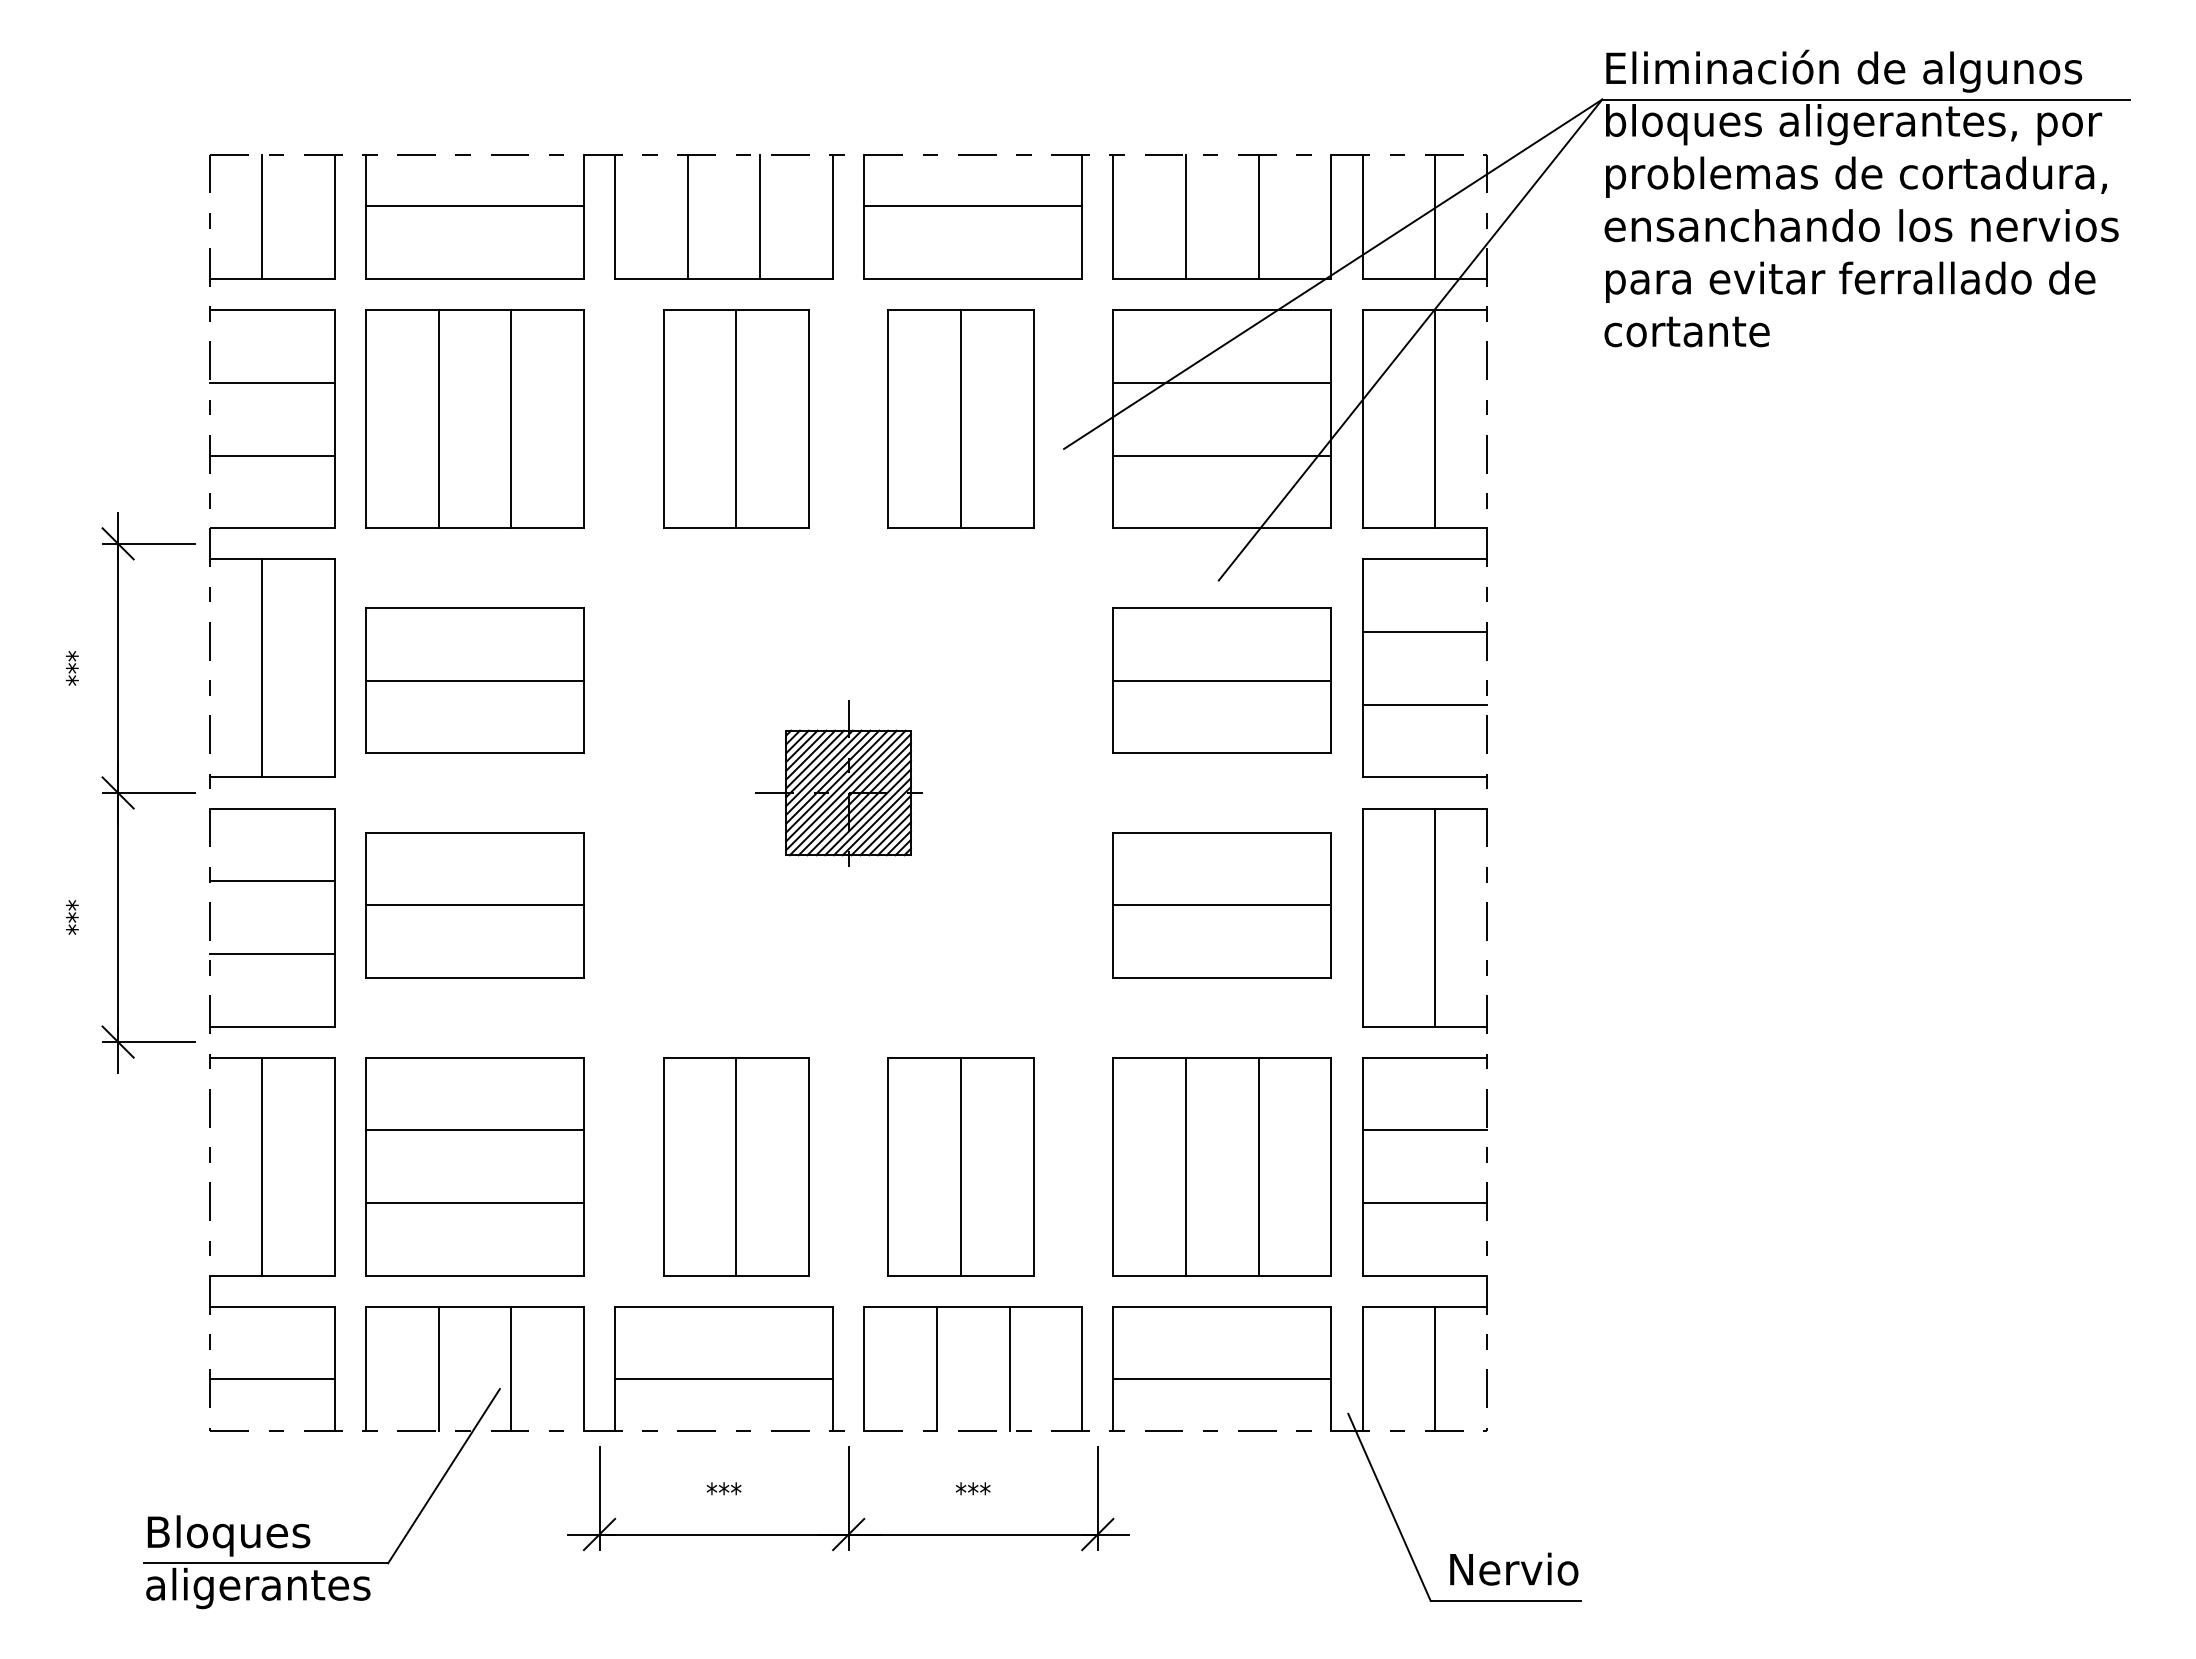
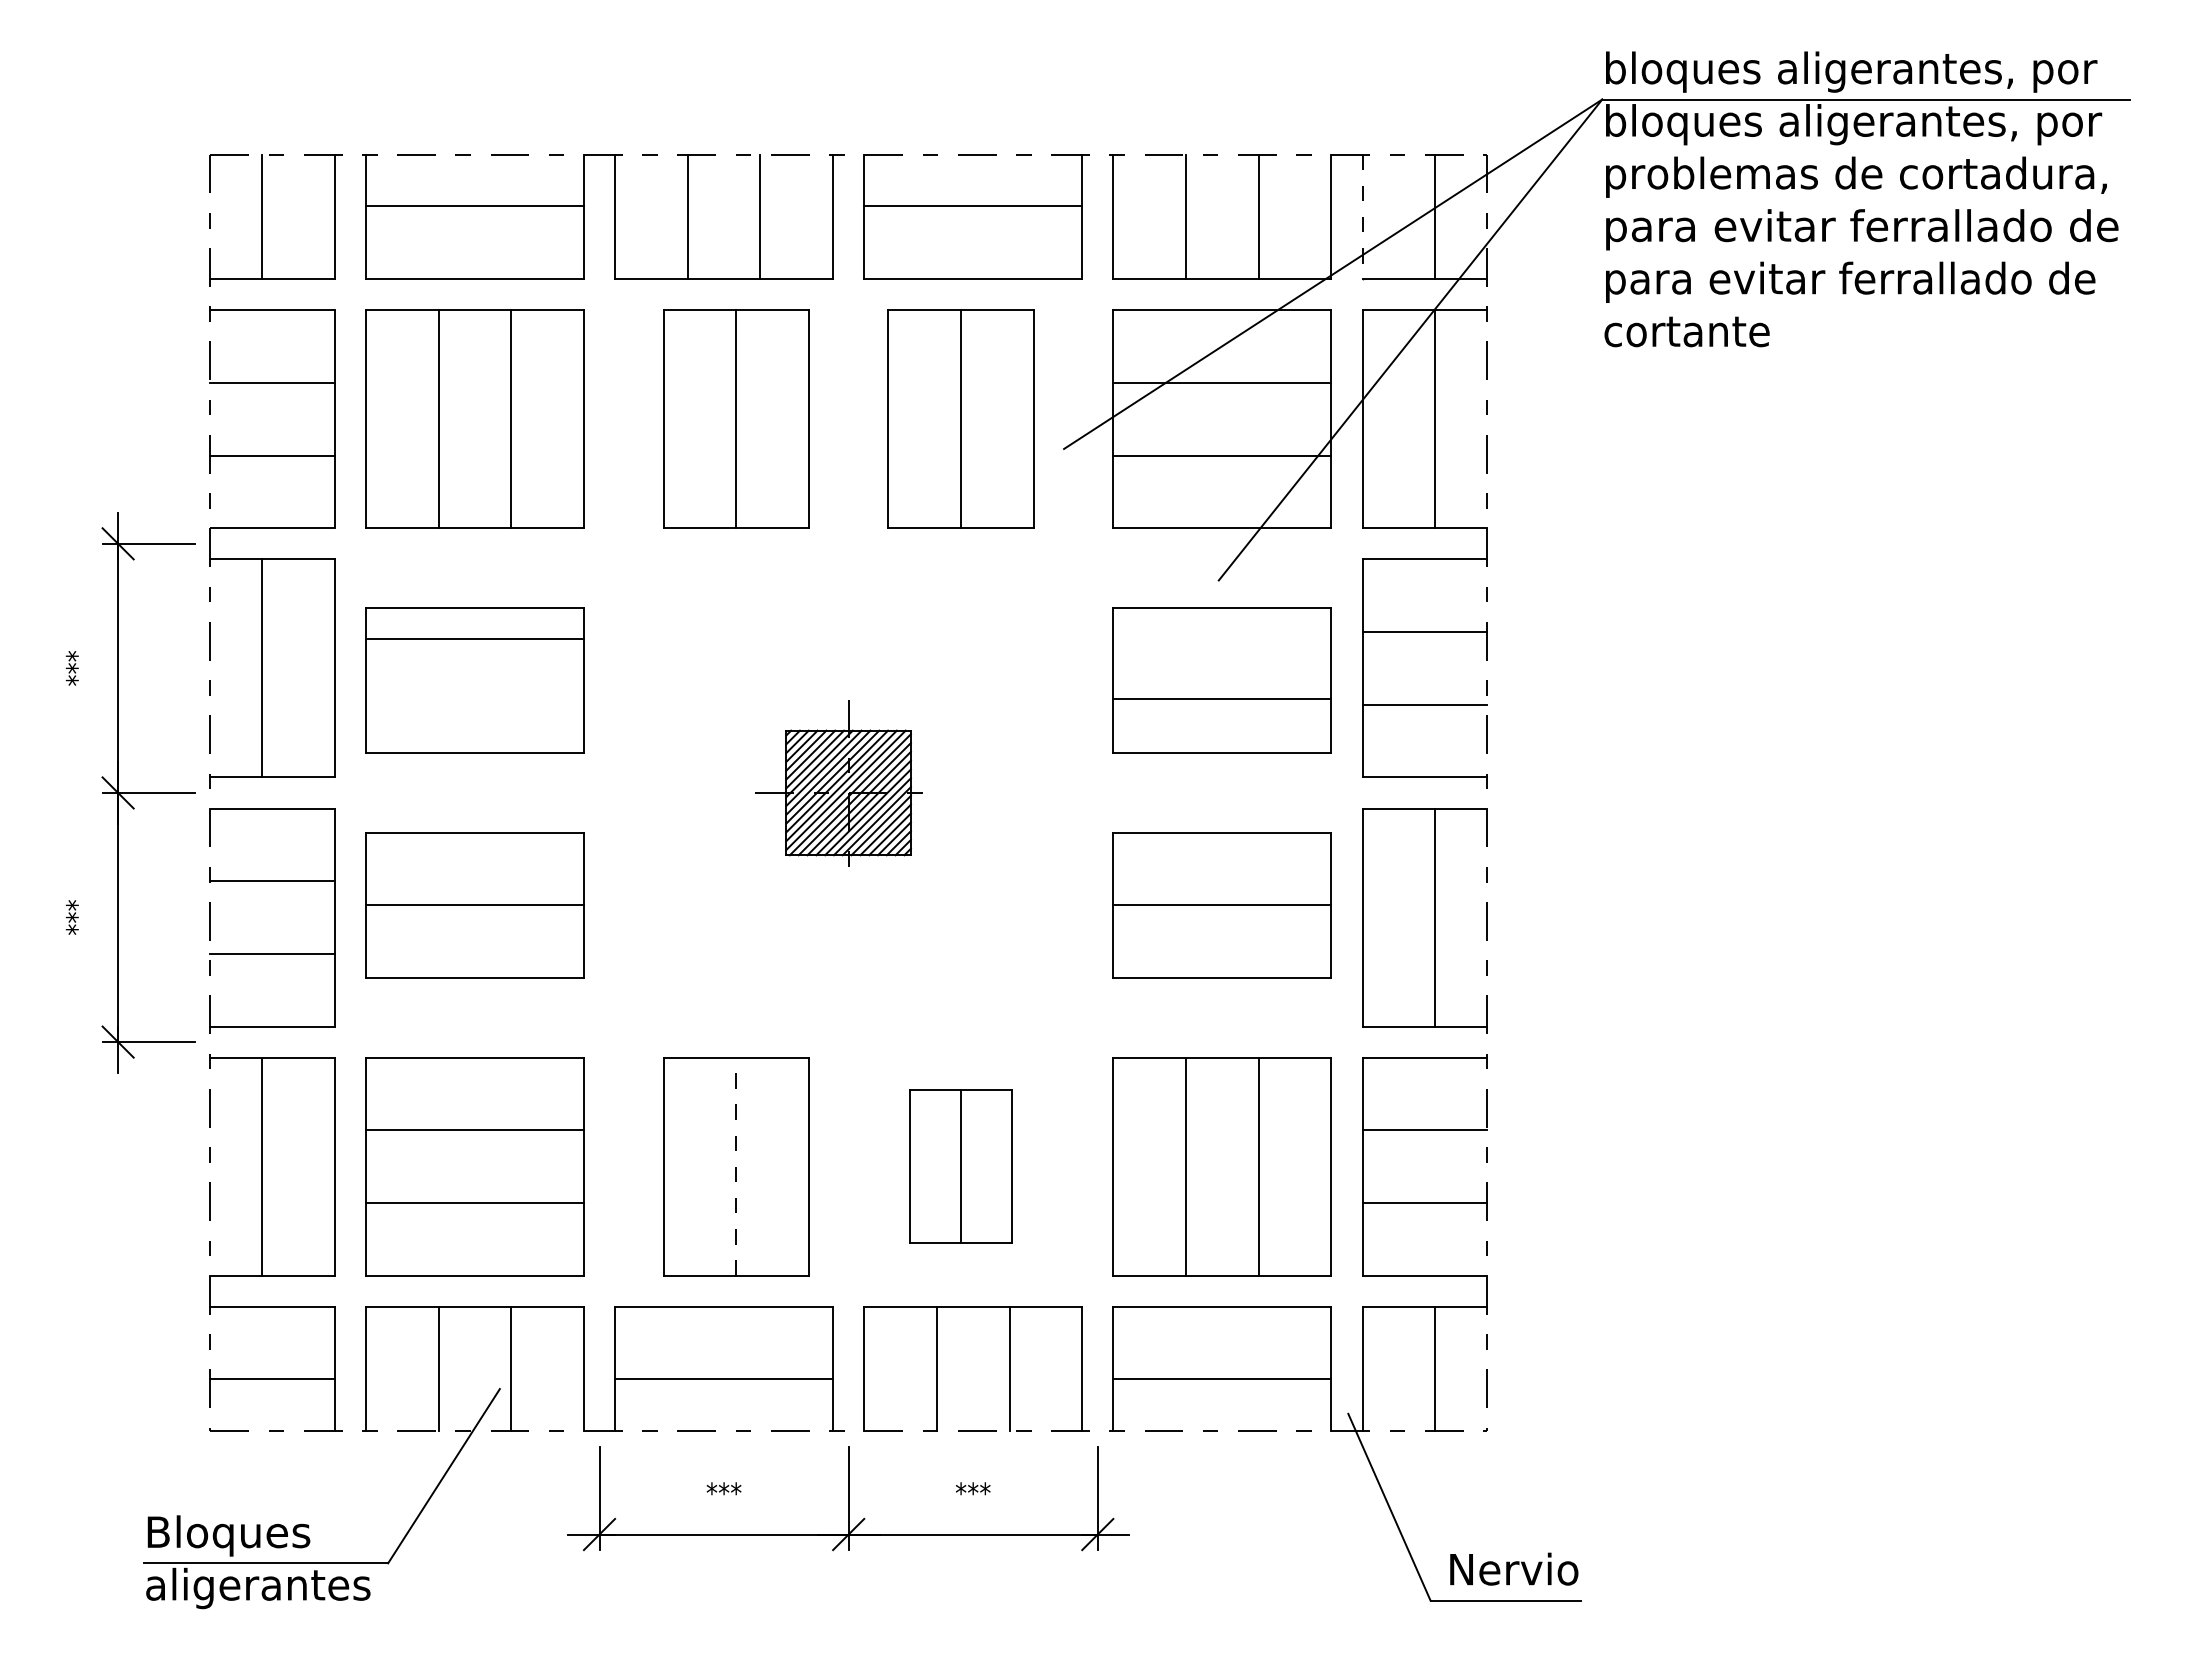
text at (1851, 70): Eliminación de algunos -> bloques aligerantes, por
line at (1362, 217): solid -> dashed
text at (1861, 229): ensanchando los nervios -> para evitar ferrallado de
line at (474, 680) position: (474, 680) -> (474, 638)
line at (1222, 680) position: (1222, 680) -> (1222, 698)
line at (736, 1166): solid -> dashed
part at (960, 1166) size: 148x220 px -> 104x155 px
